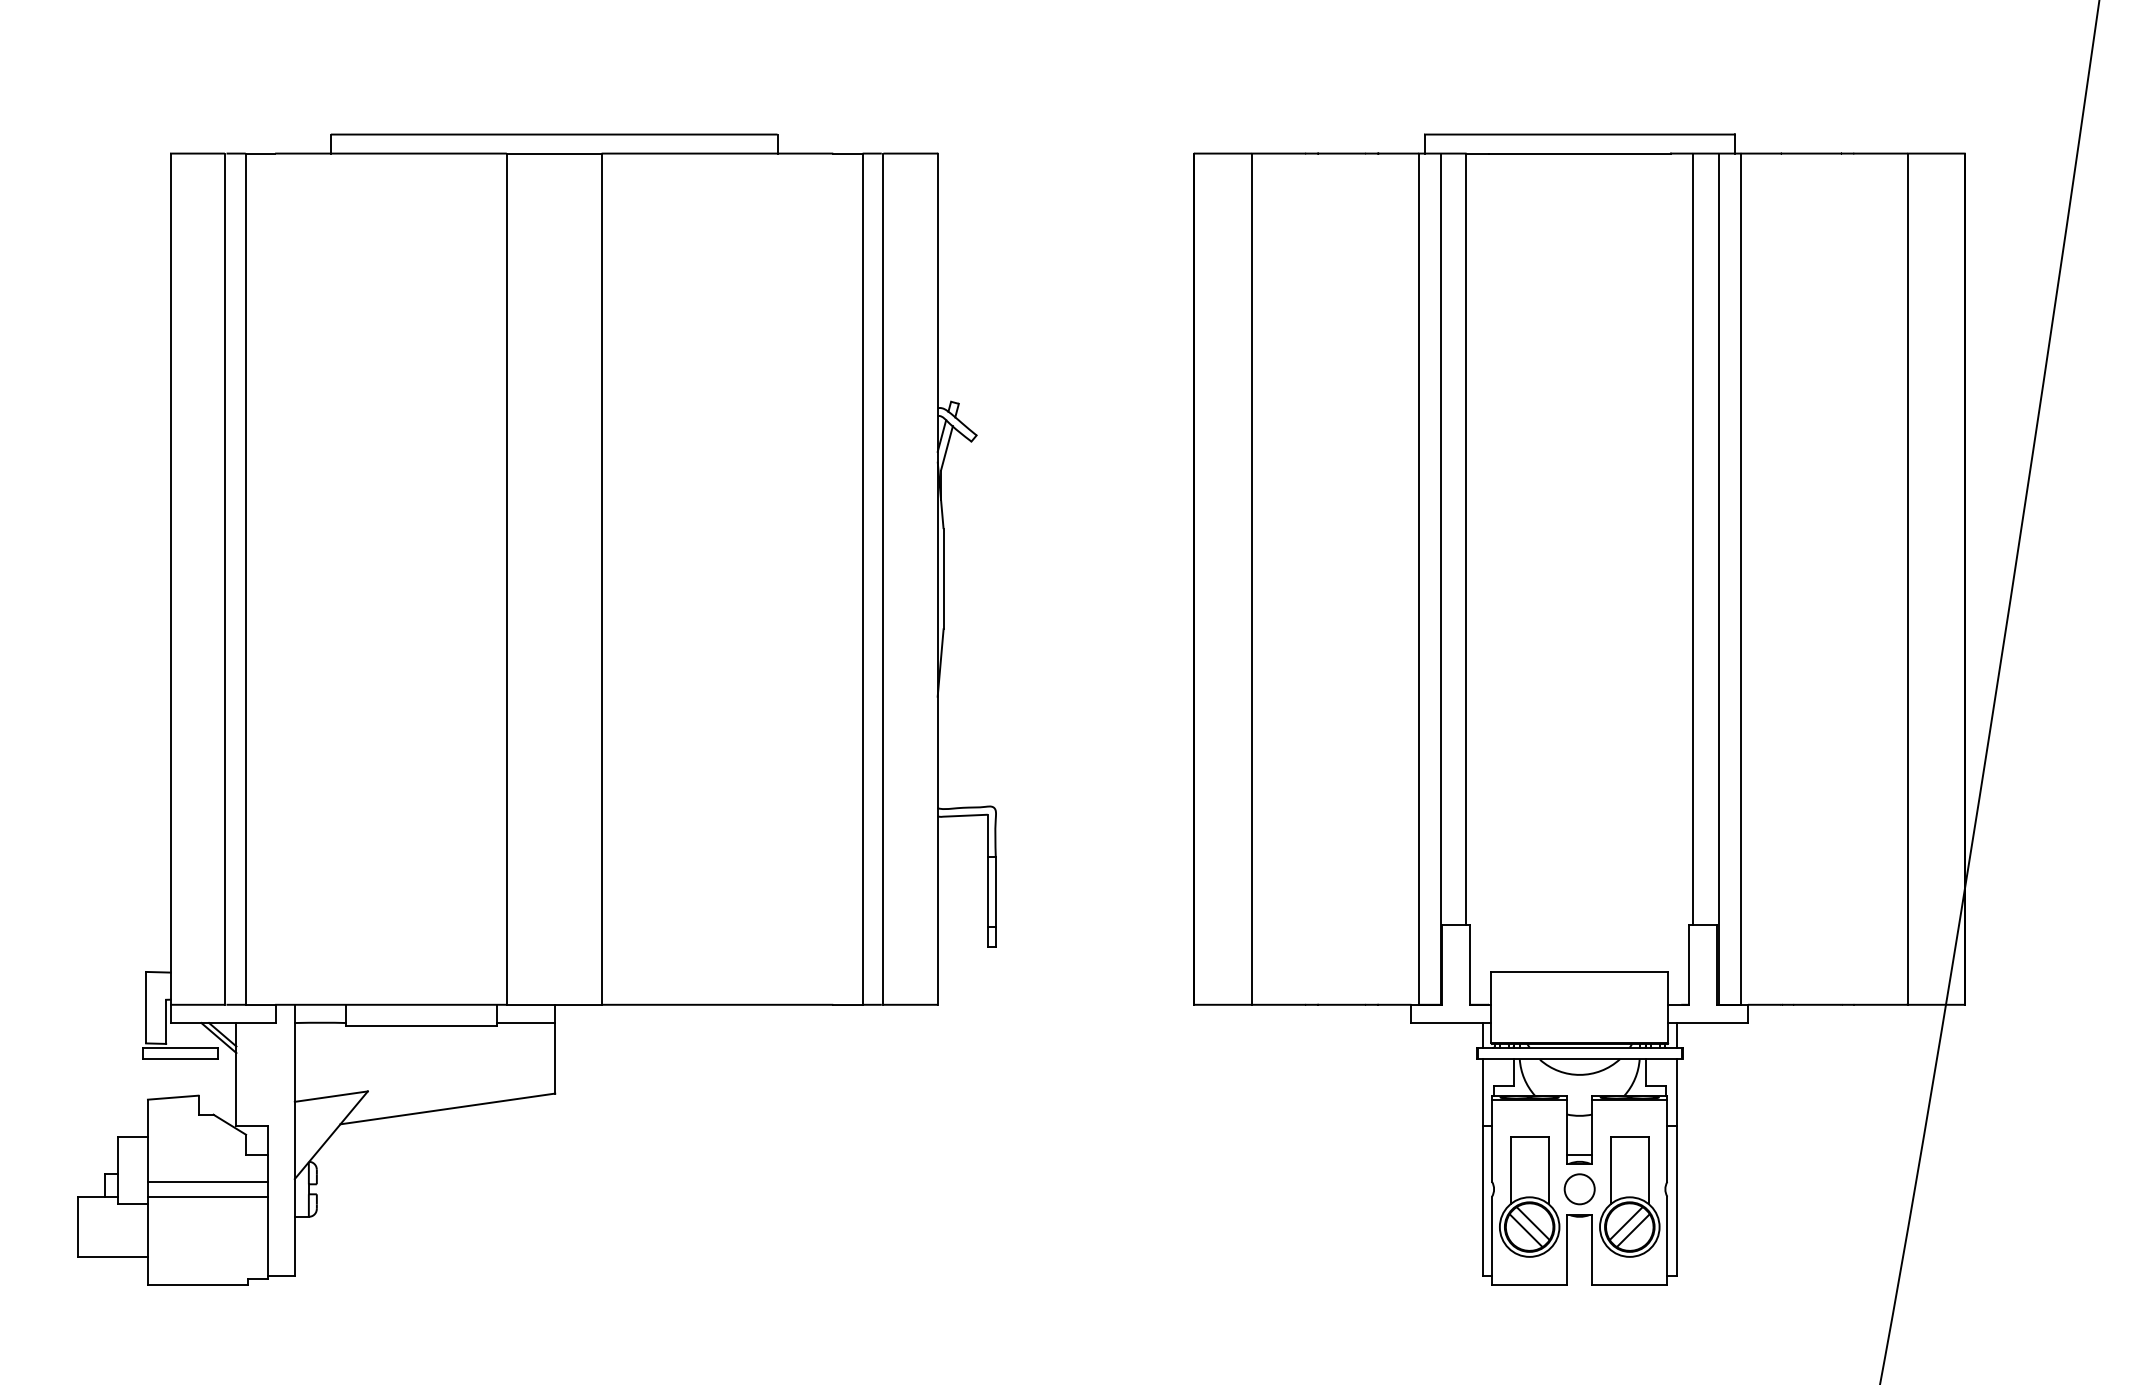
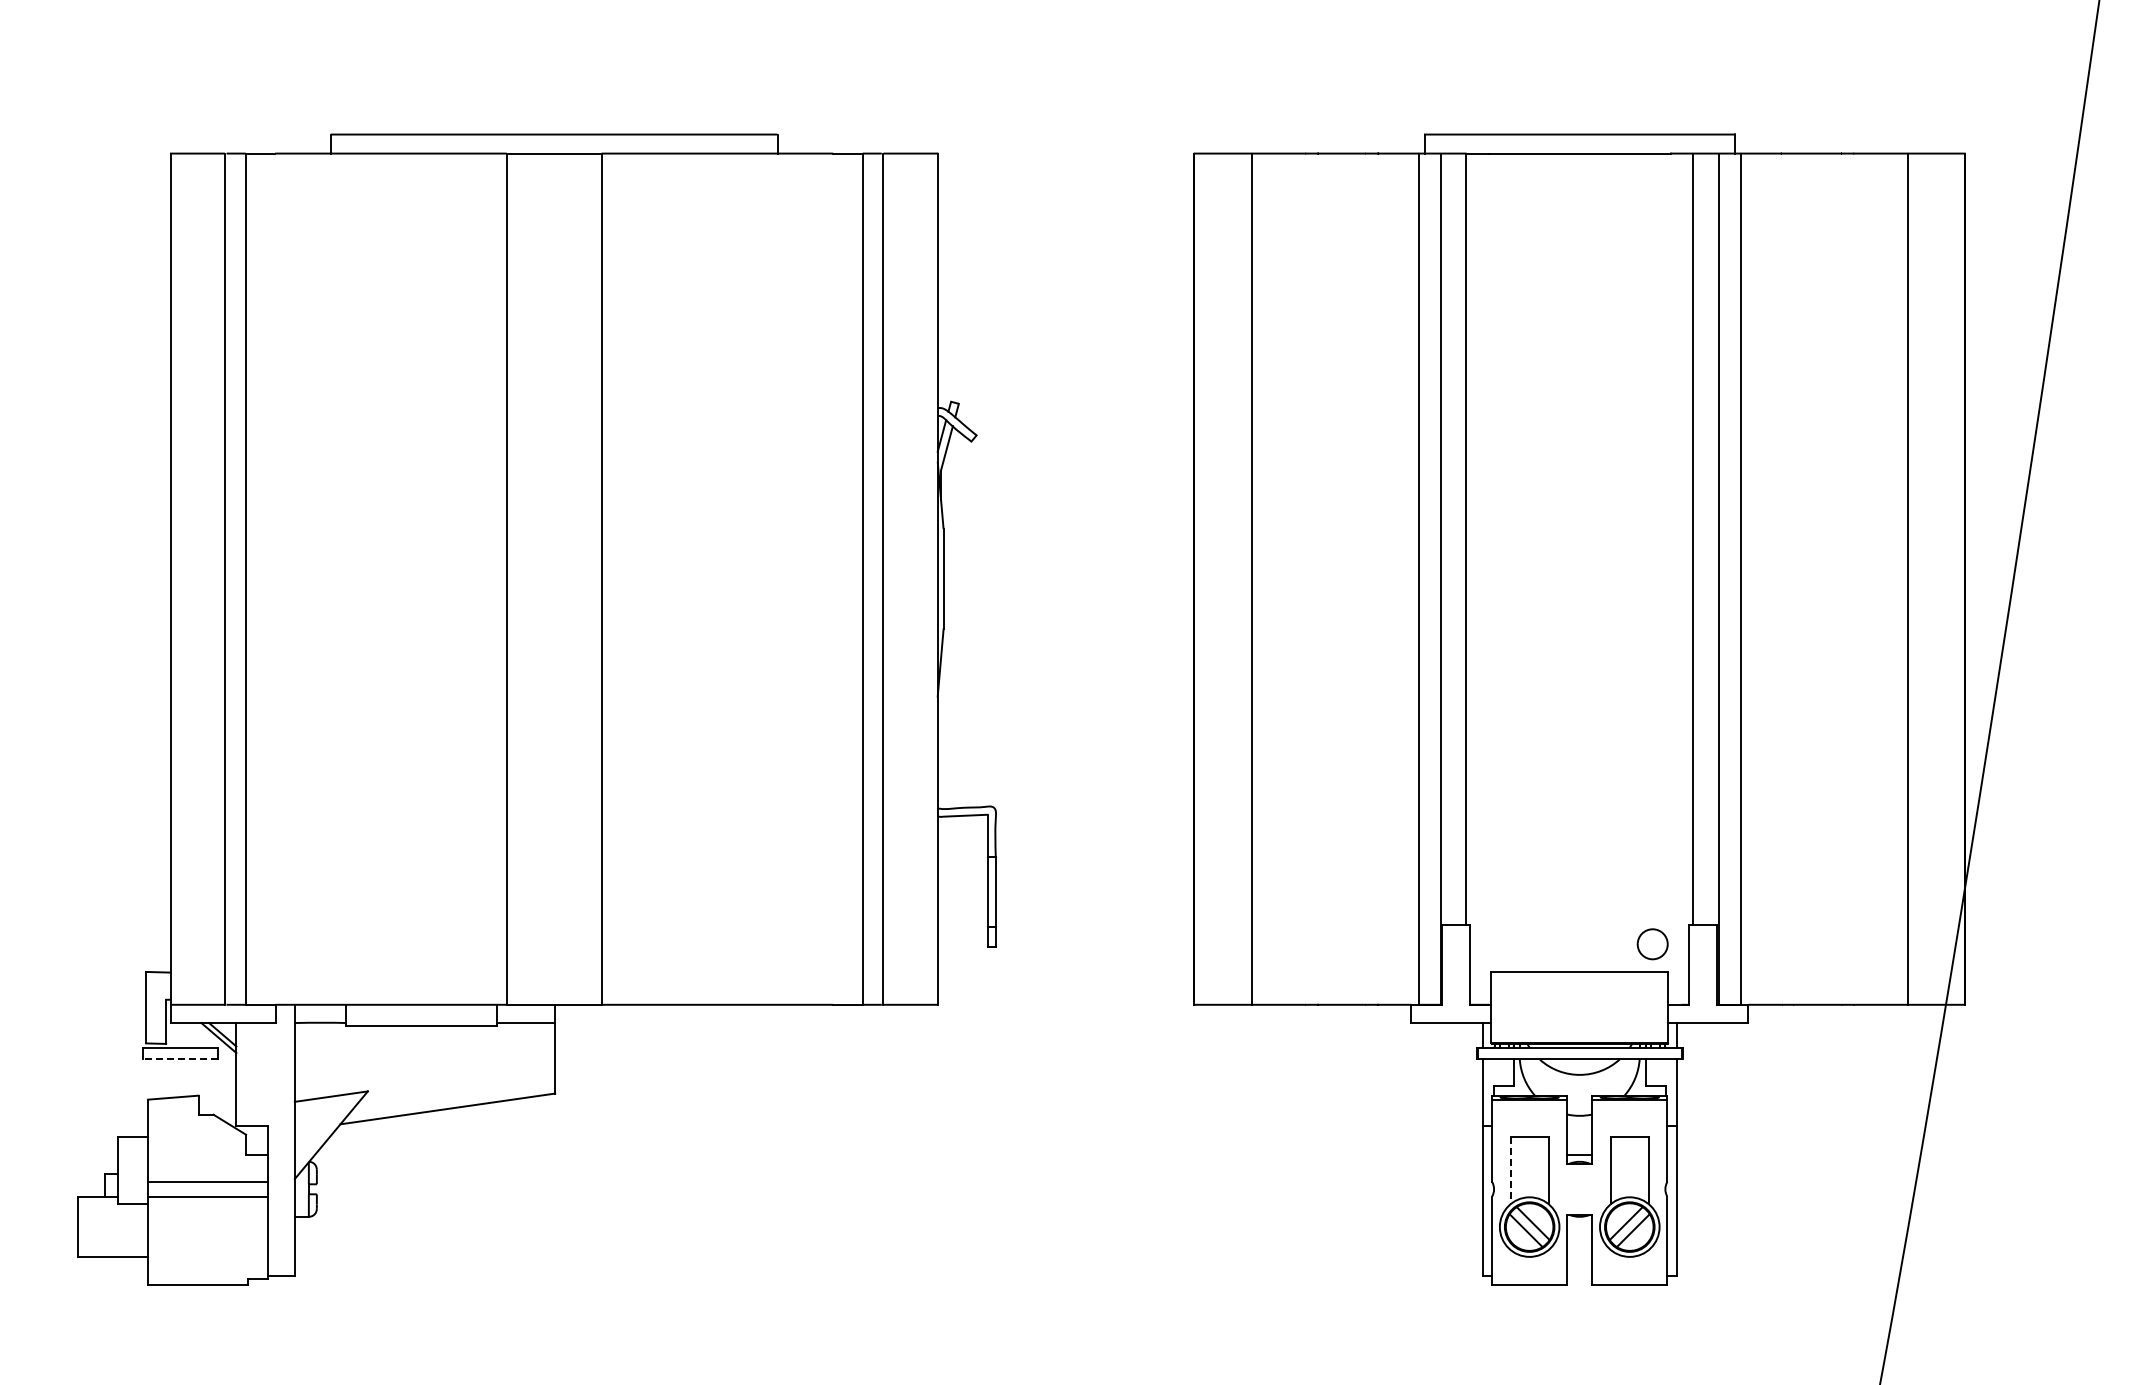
line at (179, 1059): solid -> dashed
line at (1510, 1170): solid -> dashed
circle at (1579, 1189) position: (1579, 1189) -> (1652, 944)
